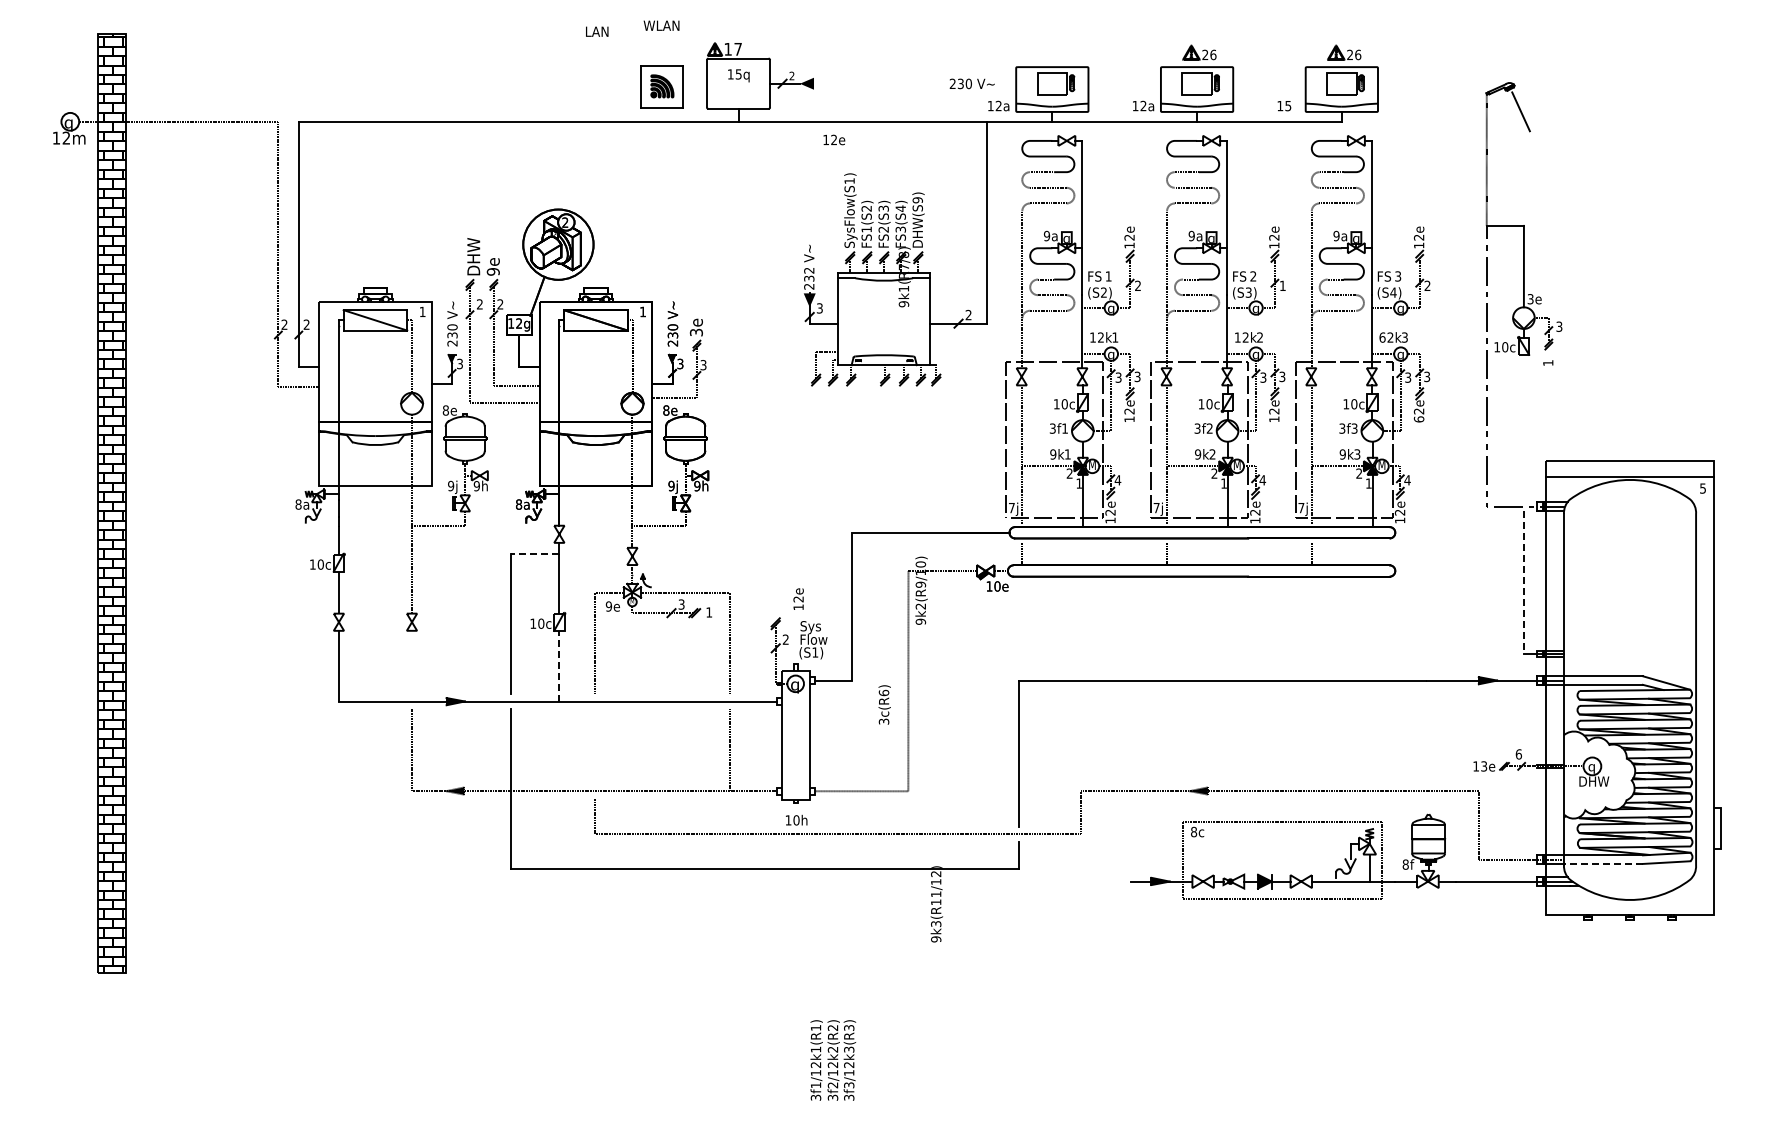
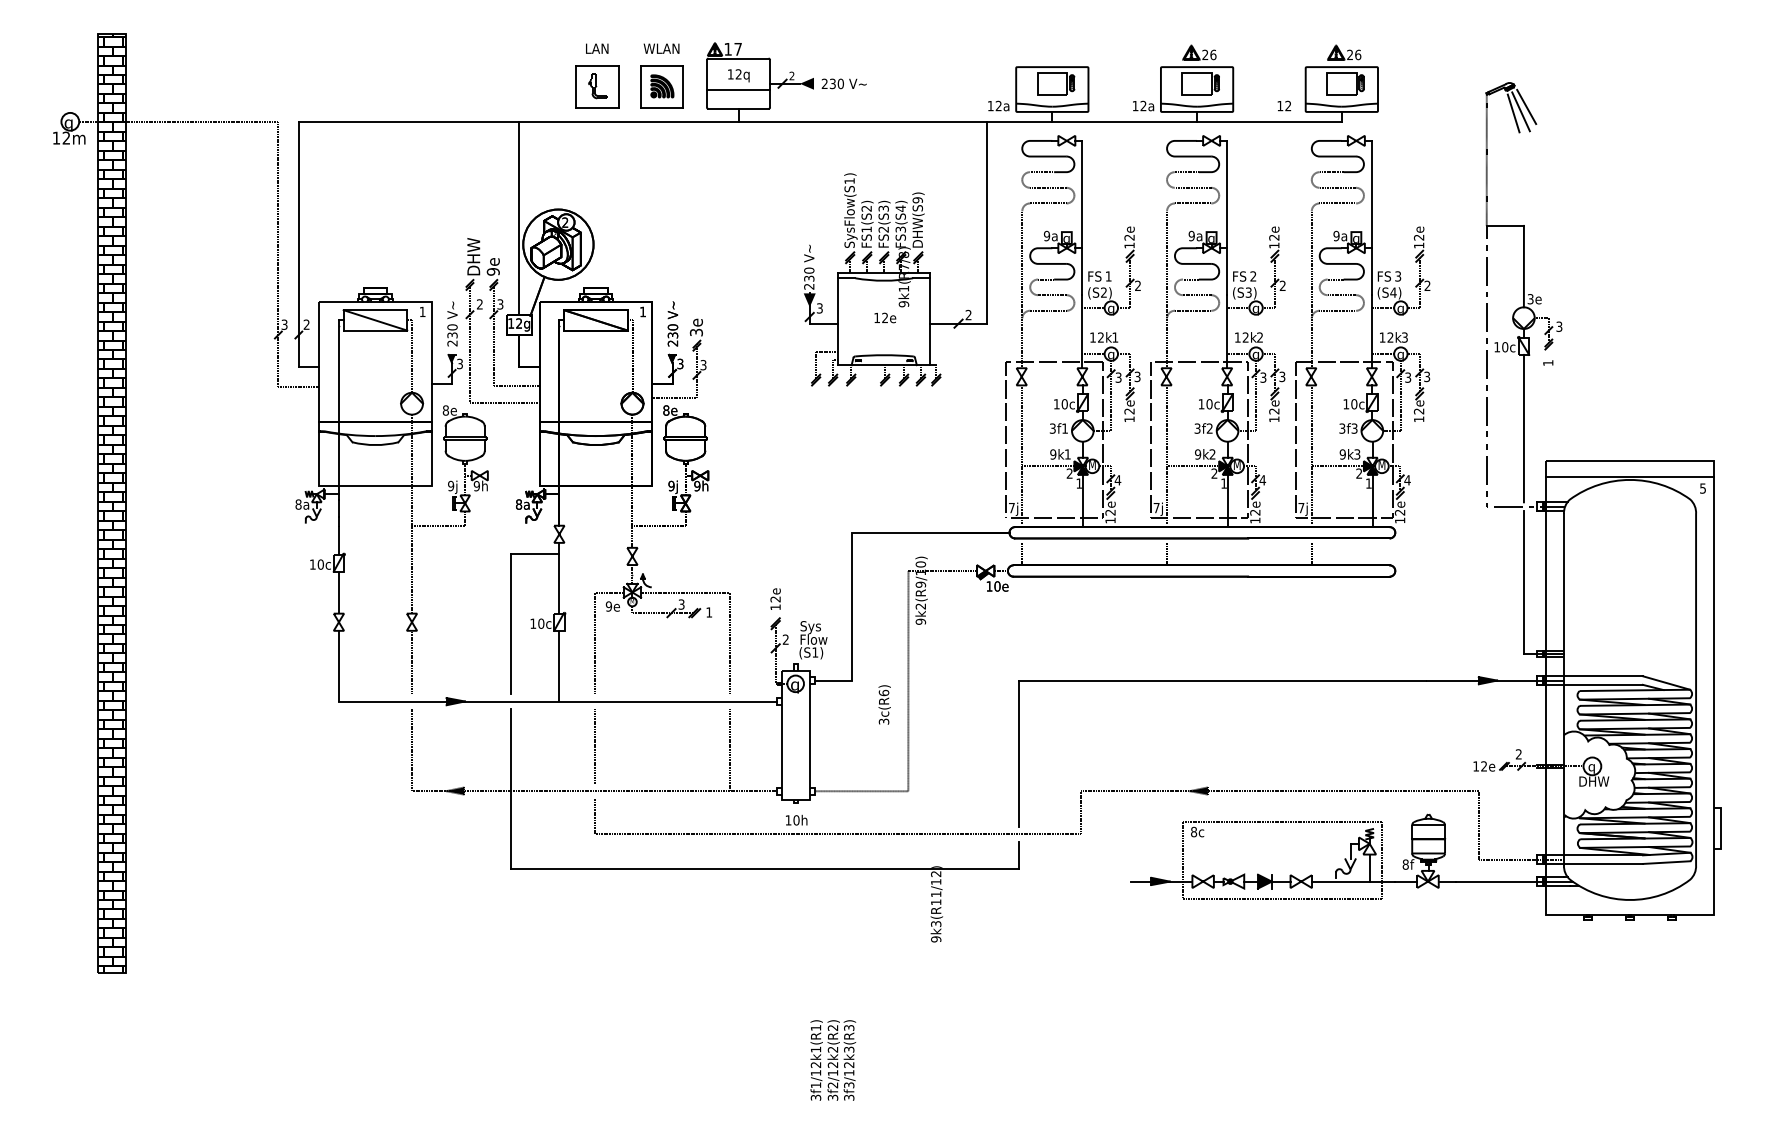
text at (661, 25) position: (661, 25) -> (661, 48)
text at (597, 31) position: (597, 31) -> (597, 48)
text at (738, 74): 15q -> 12q
text at (971, 83) position: (971, 83) -> (843, 83)
part at (597, 86): none -> present
line at (738, 90): none -> present
text at (1288, 105): 15 -> 12
line at (1526, 106): none -> present
line at (1513, 113): none -> present
text at (834, 139) position: (834, 139) -> (885, 317)
line at (519, 217): none -> present
text at (809, 270): 232 -> 230
text at (1282, 285): 1 -> 2
text at (500, 304): 2 -> 3
text at (284, 324): 2 -> 3
text at (1382, 337): 62k -> 12k
text at (1418, 419): 62e -> 12e
line at (1523, 428): none -> present
line at (534, 554): dashed -> solid
line at (1523, 582): dashed -> solid
text at (798, 598) position: (798, 598) -> (775, 598)
line at (412, 661): none -> present
line at (559, 665): dashed -> solid
line at (594, 746): none -> present
text at (1518, 754): 6 -> 2
text at (1484, 766): 13e -> 12e
line at (1602, 863): dashed -> solid
